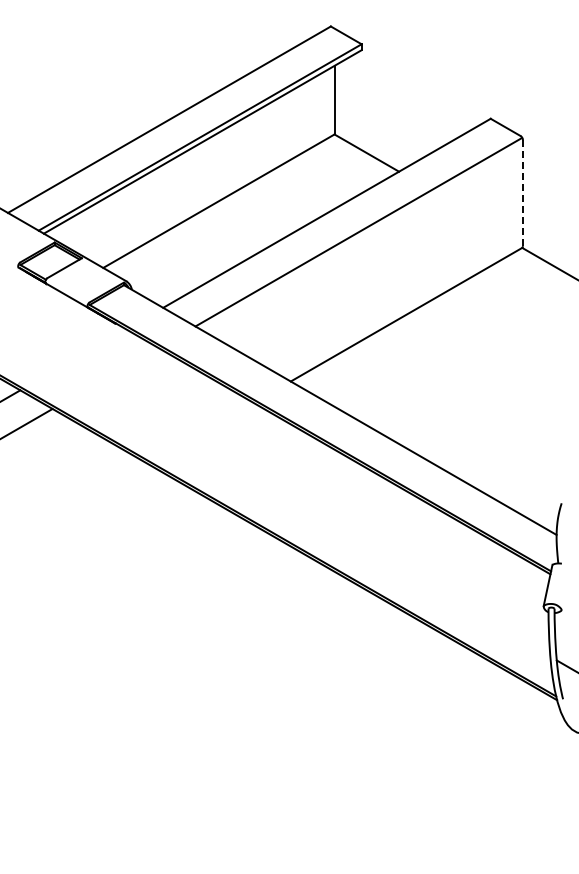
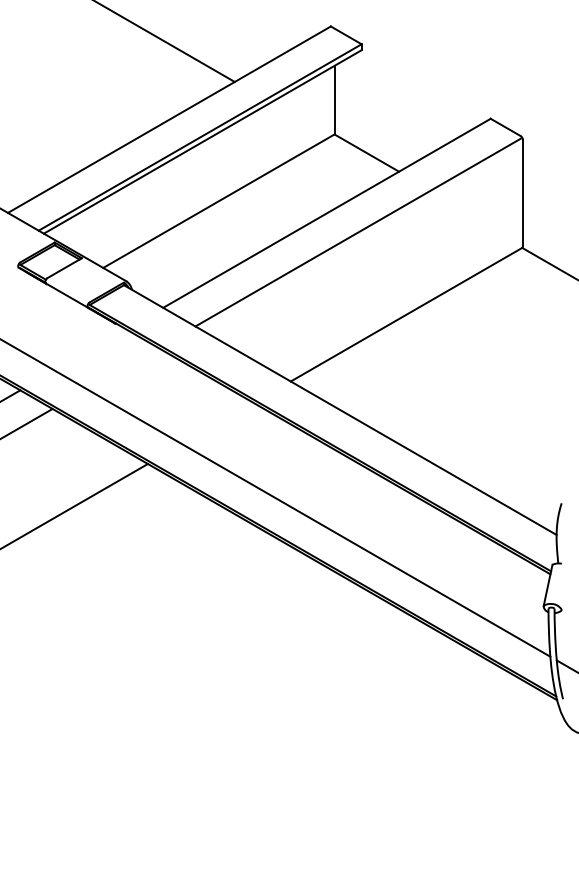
line at (165, 41): none -> present
line at (523, 193): dashed -> solid
line at (276, 498): none -> present
line at (74, 505): none -> present
